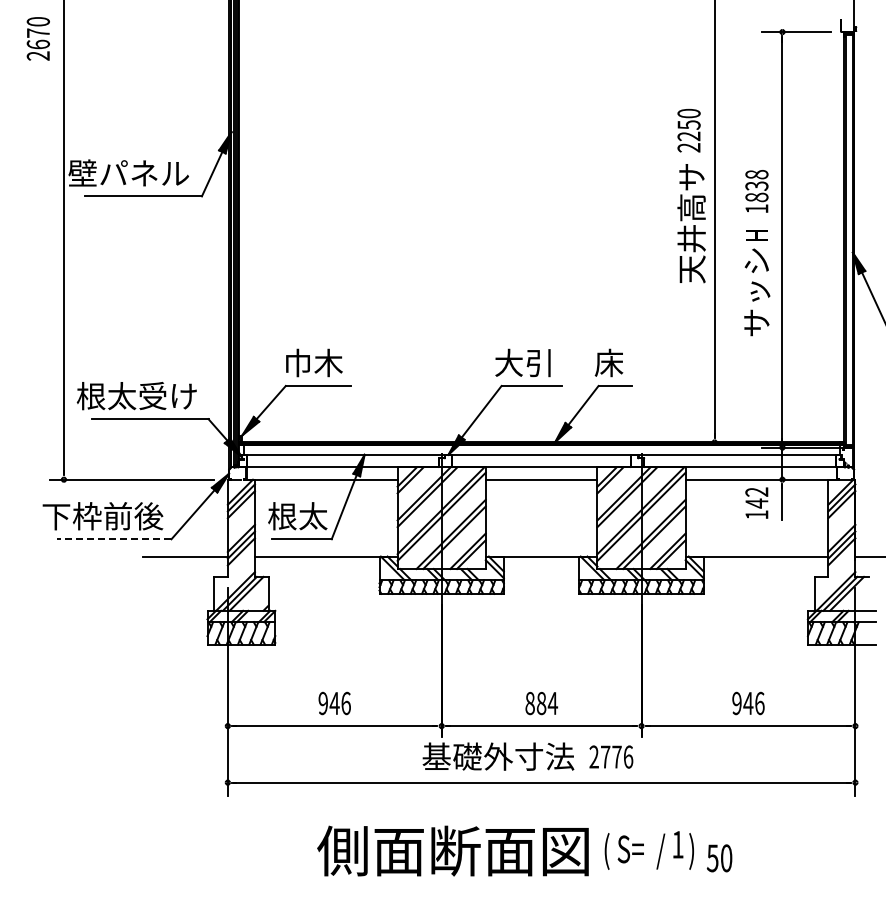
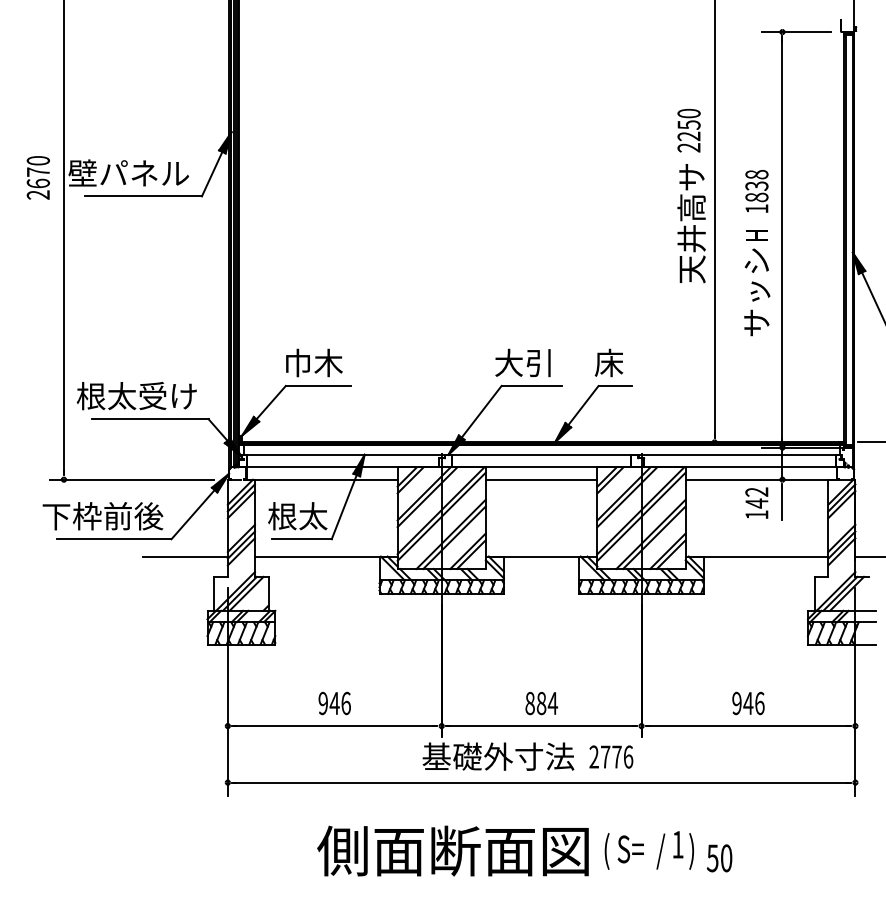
text at (37, 38) position: (37, 38) -> (37, 177)
line at (870, 442): none -> present
line at (113, 539): dashed -> solid
